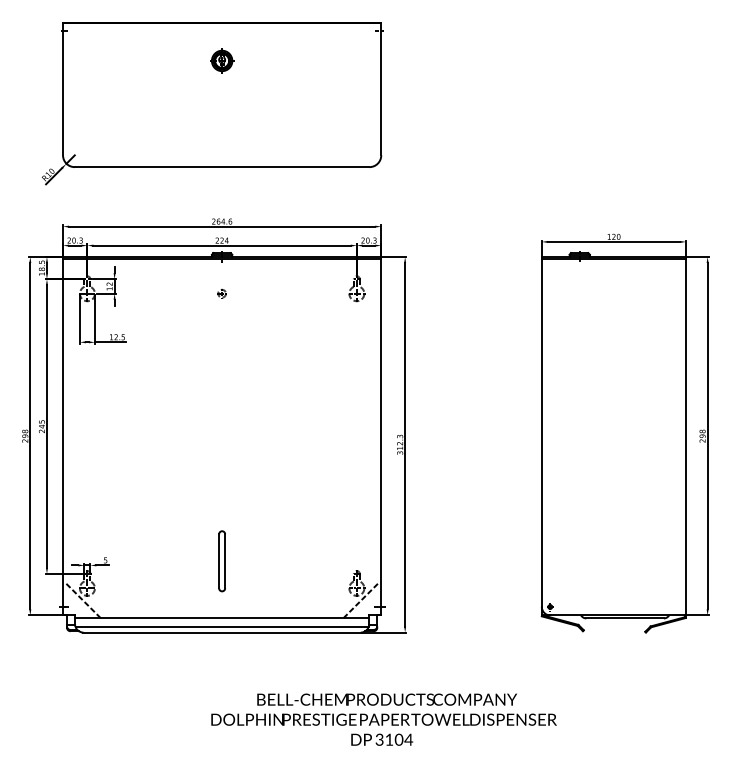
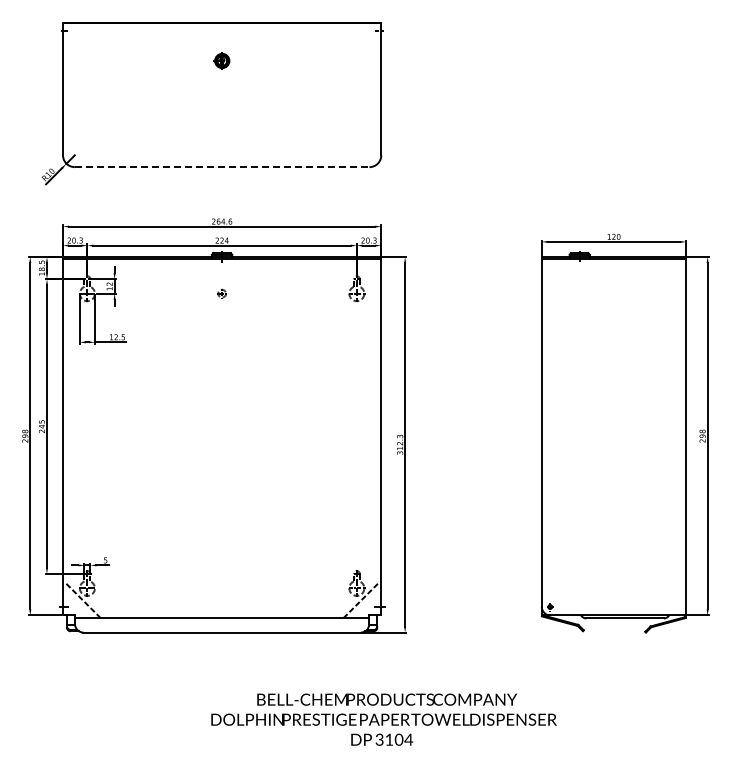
part at (222, 60) size: 25x26 px -> 18x18 px
line at (222, 167): solid -> dashed
part at (221, 561): present -> none
line at (221, 627): present -> none
